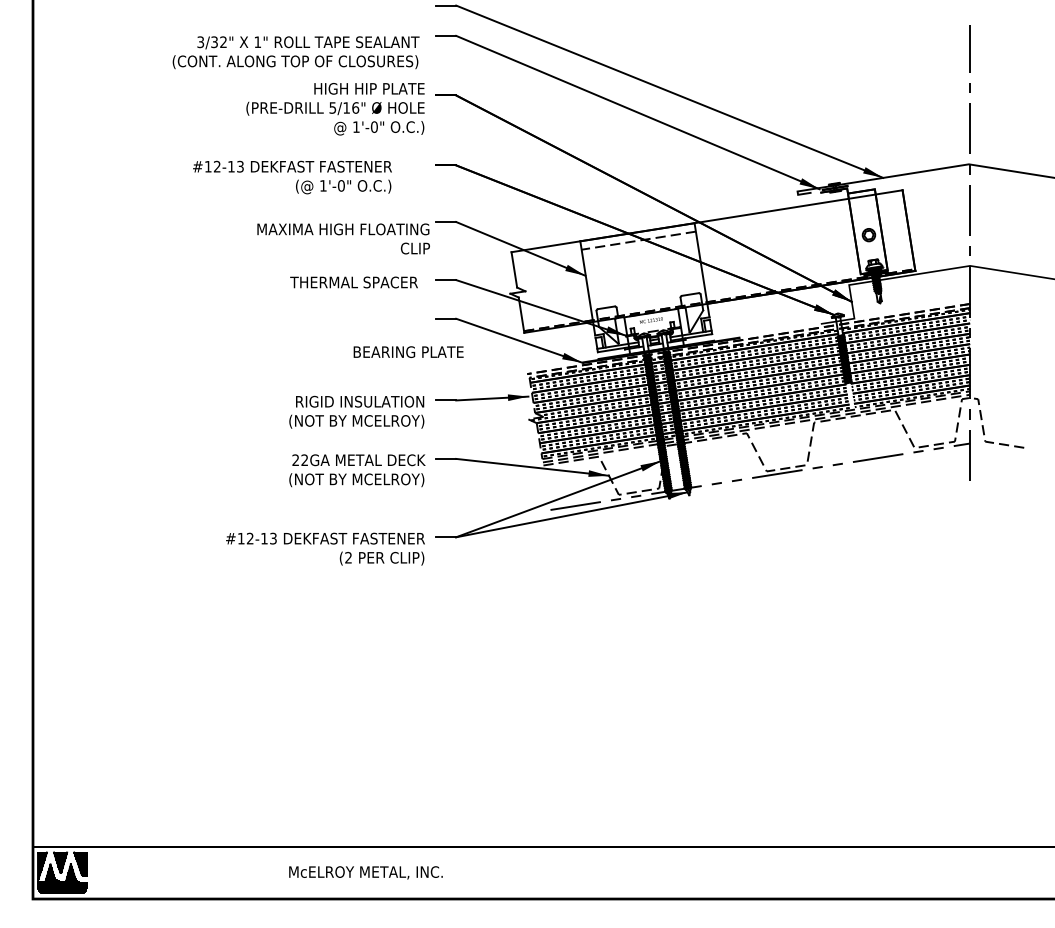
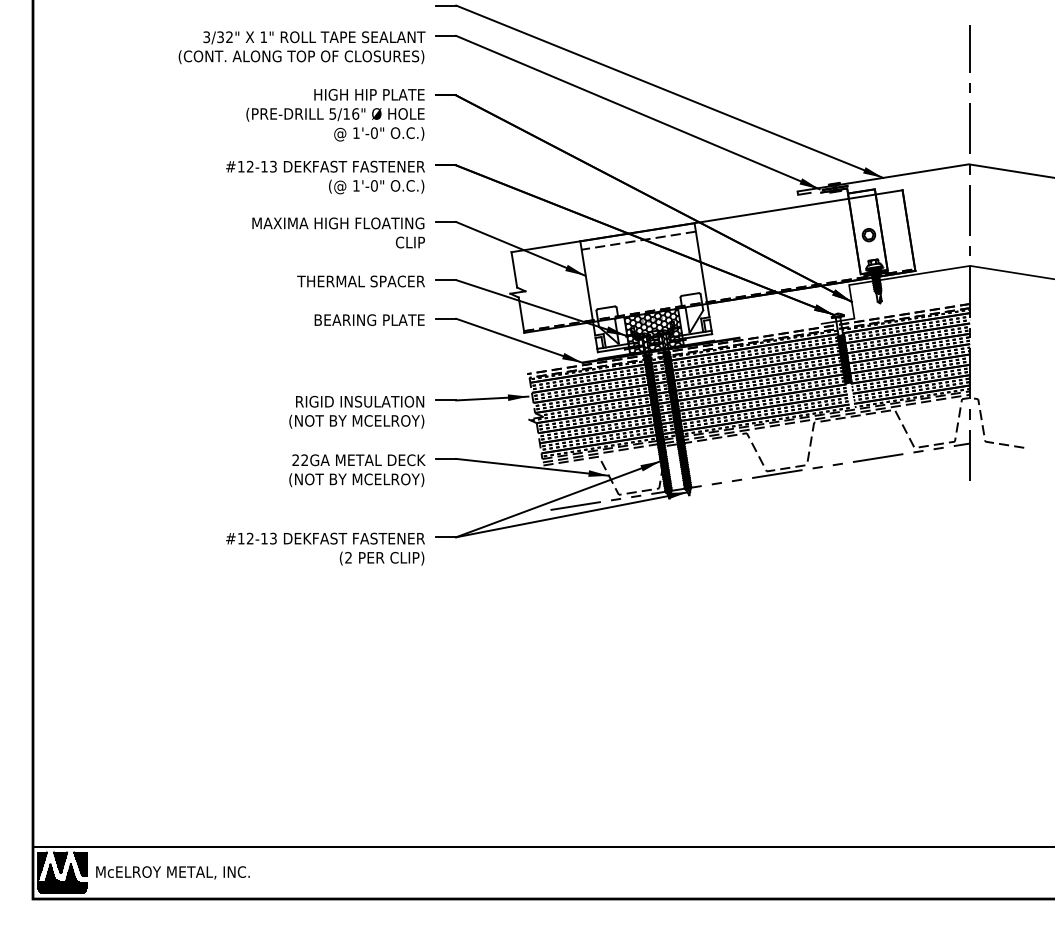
text at (295, 52) position: (295, 52) -> (301, 47)
text at (335, 109) position: (335, 109) -> (335, 115)
text at (292, 177) position: (292, 177) -> (325, 177)
text at (343, 238) position: (343, 238) -> (338, 232)
text at (353, 282) position: (353, 282) -> (360, 281)
hatch at (653, 331): none -> present
text at (408, 351) position: (408, 351) -> (369, 319)
text at (365, 872) position: (365, 872) -> (172, 872)
